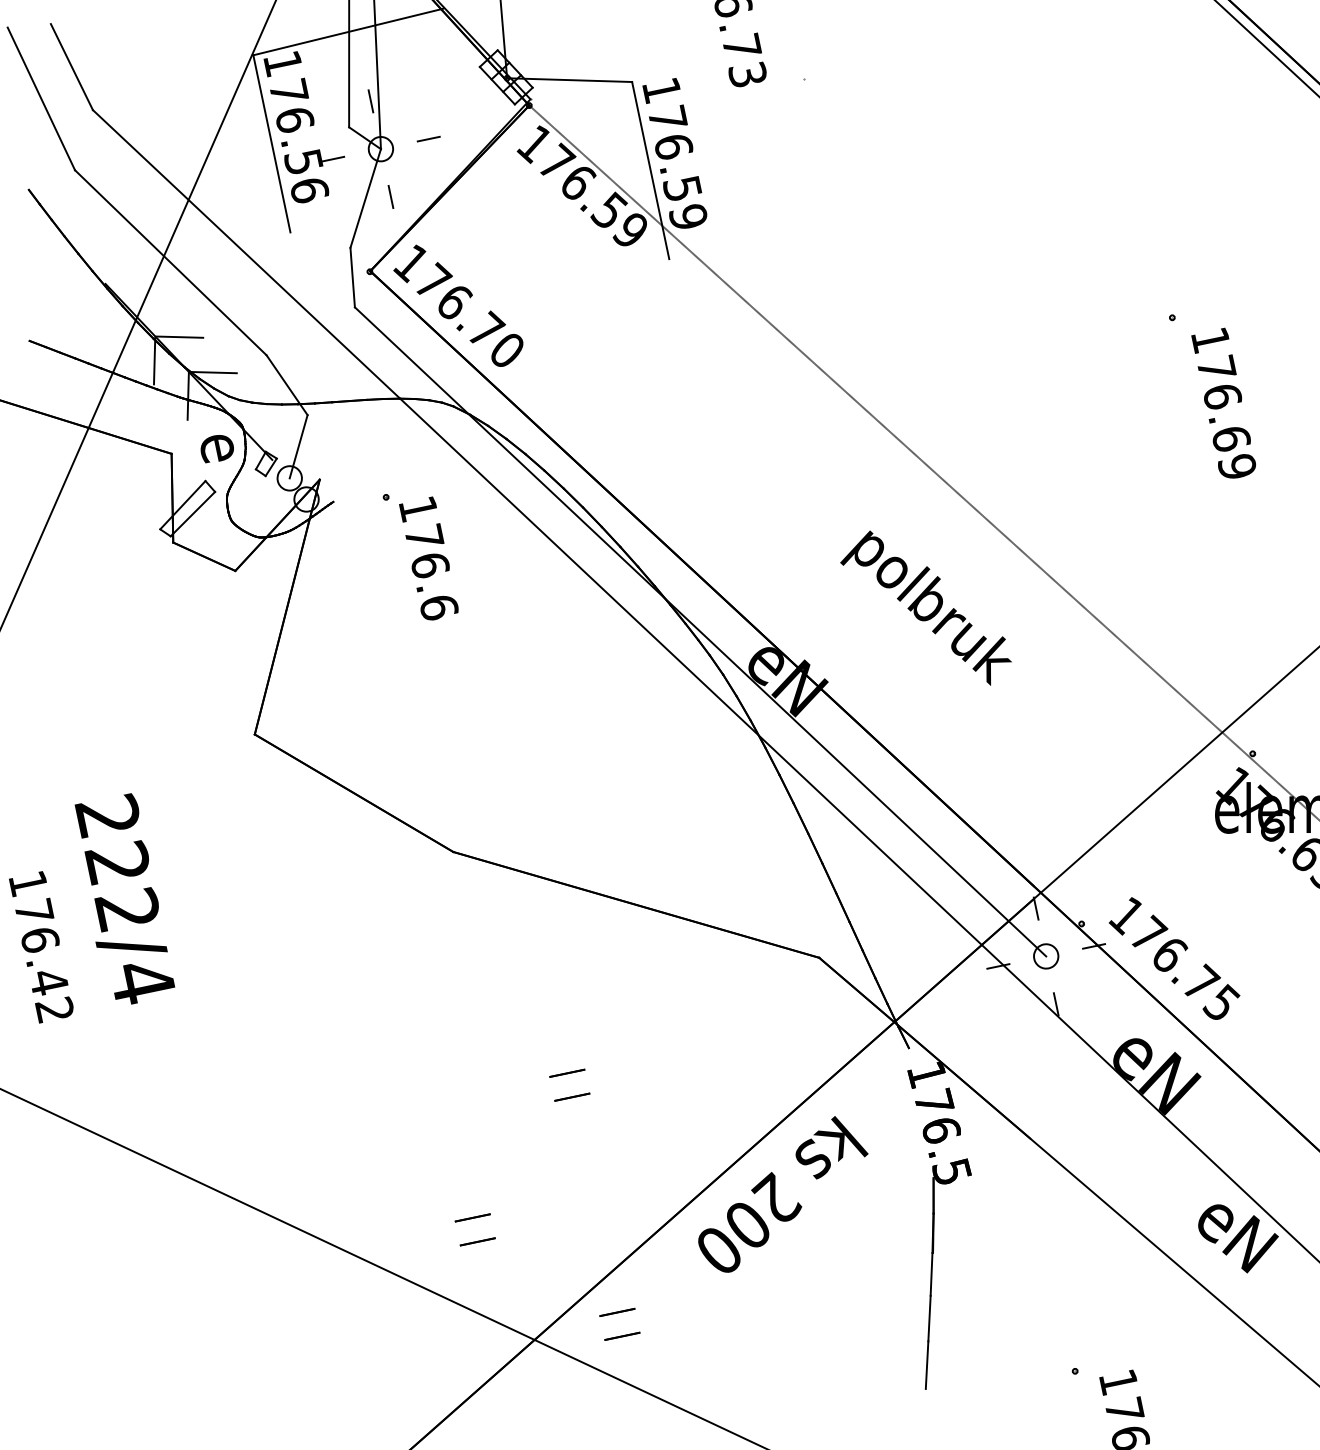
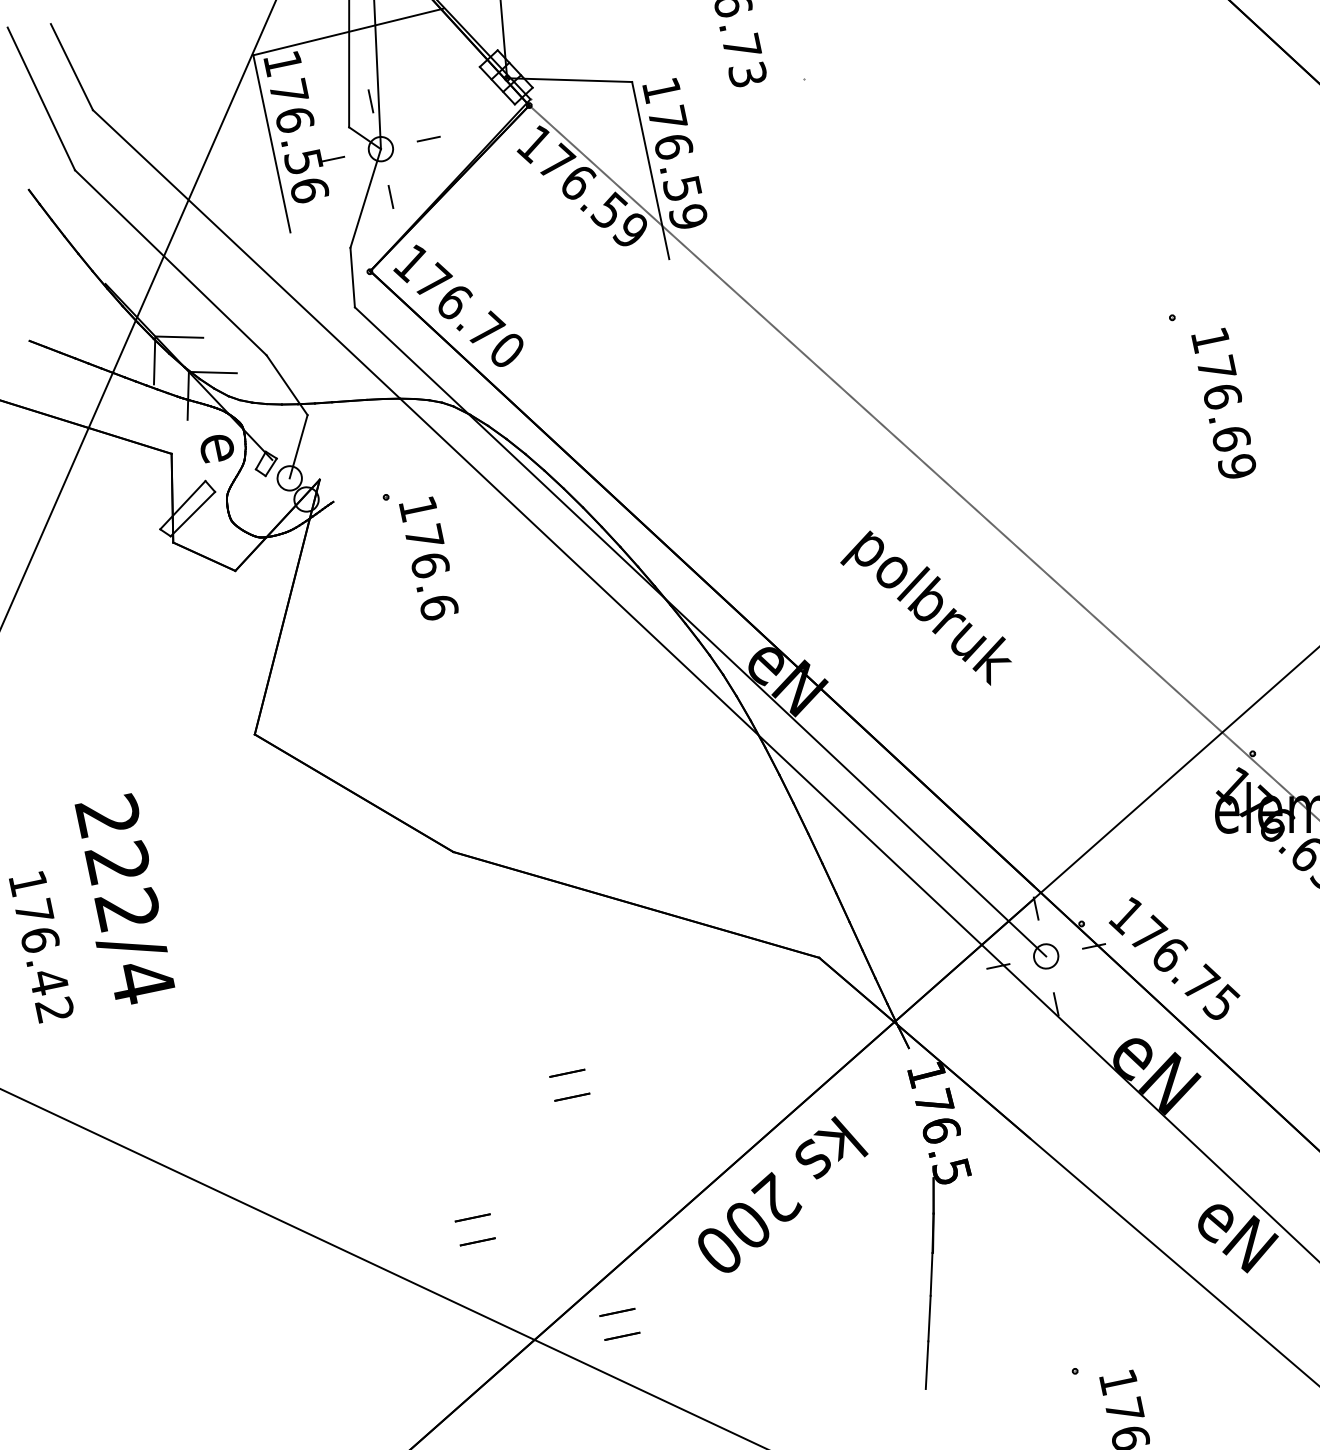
line at (1266, 48): present -> none
